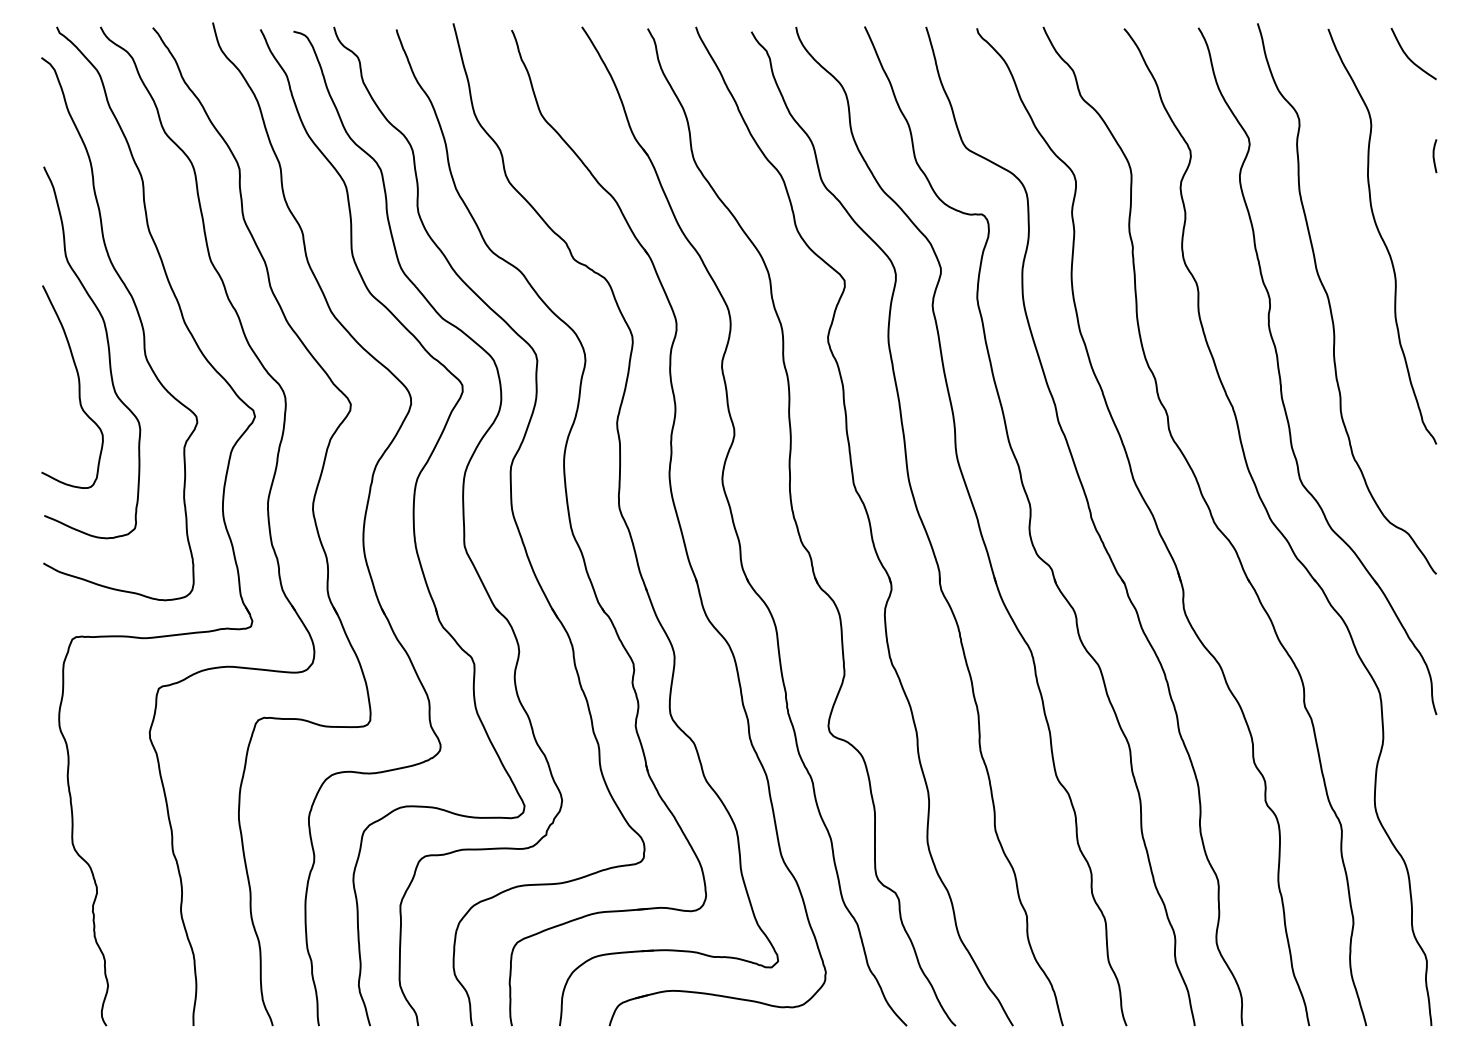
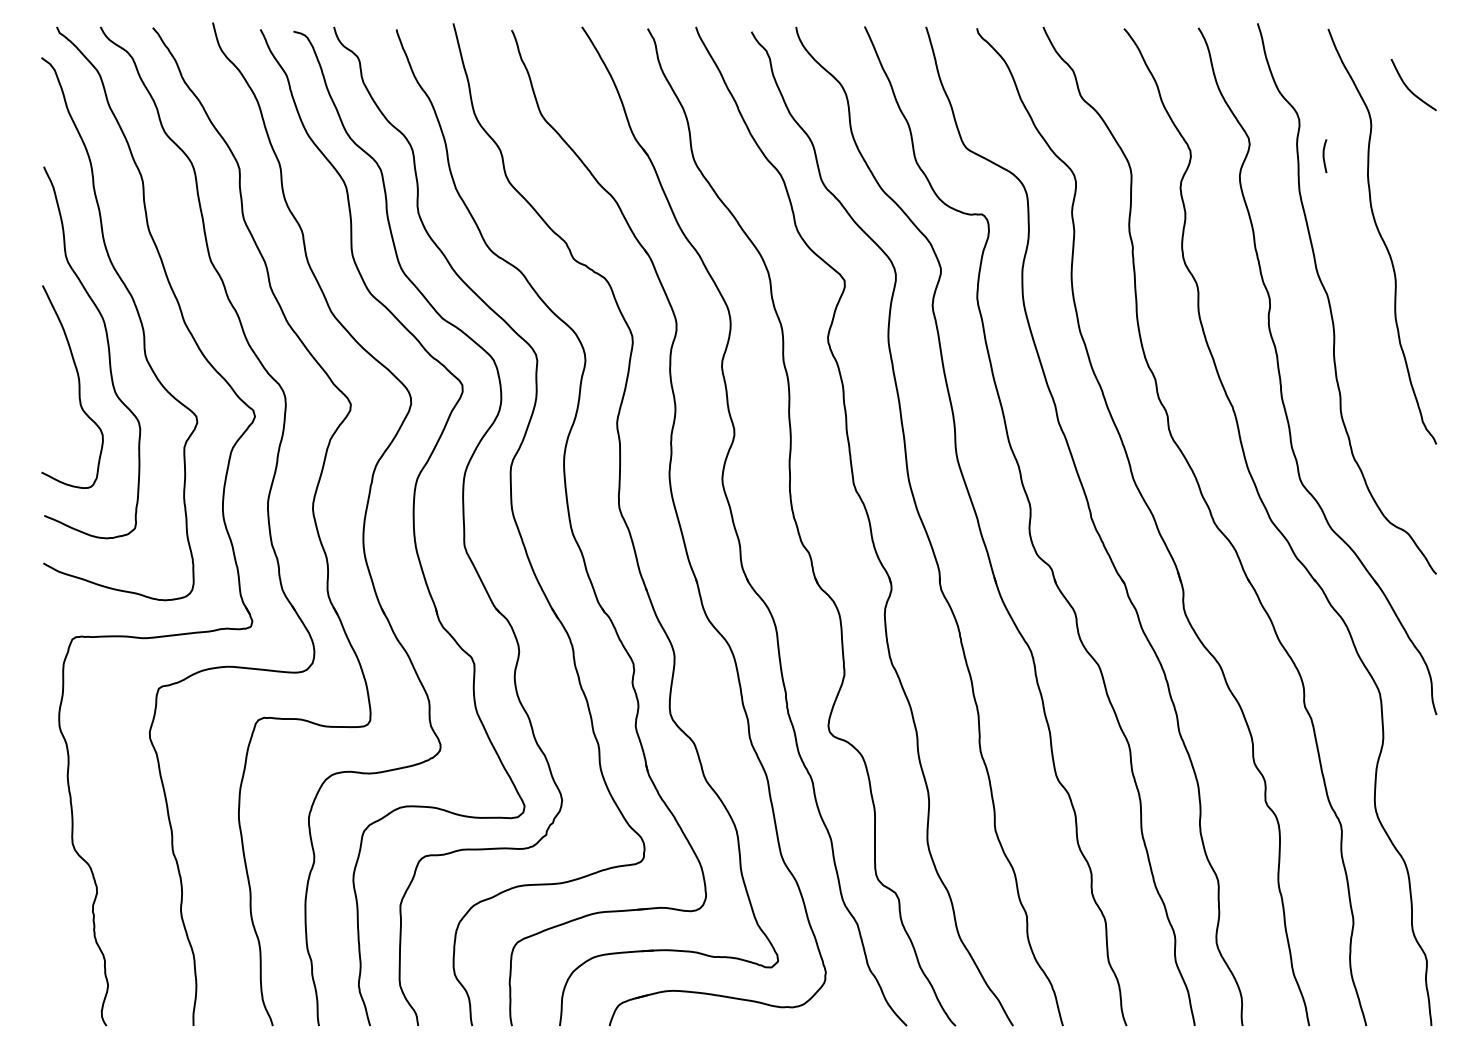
curve at (1409, 57) position: (1409, 57) -> (1409, 88)
curve at (1434, 156) position: (1434, 156) -> (1324, 156)
